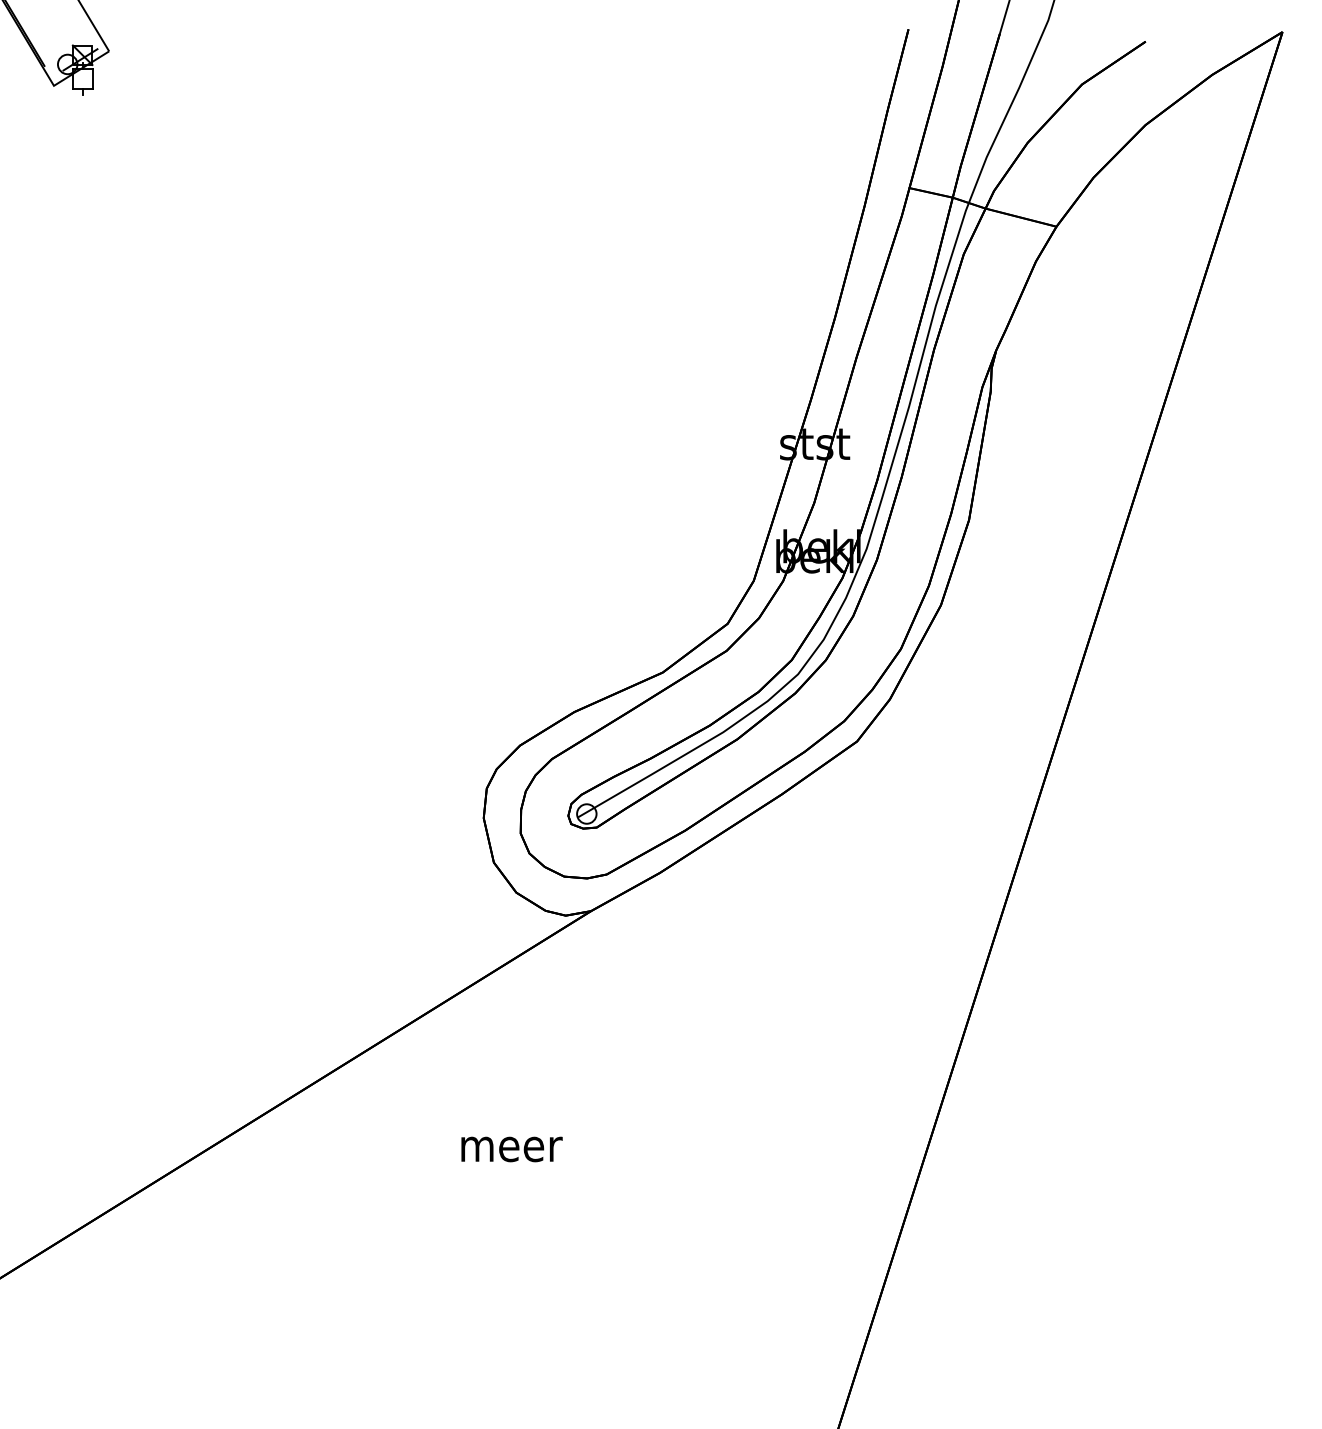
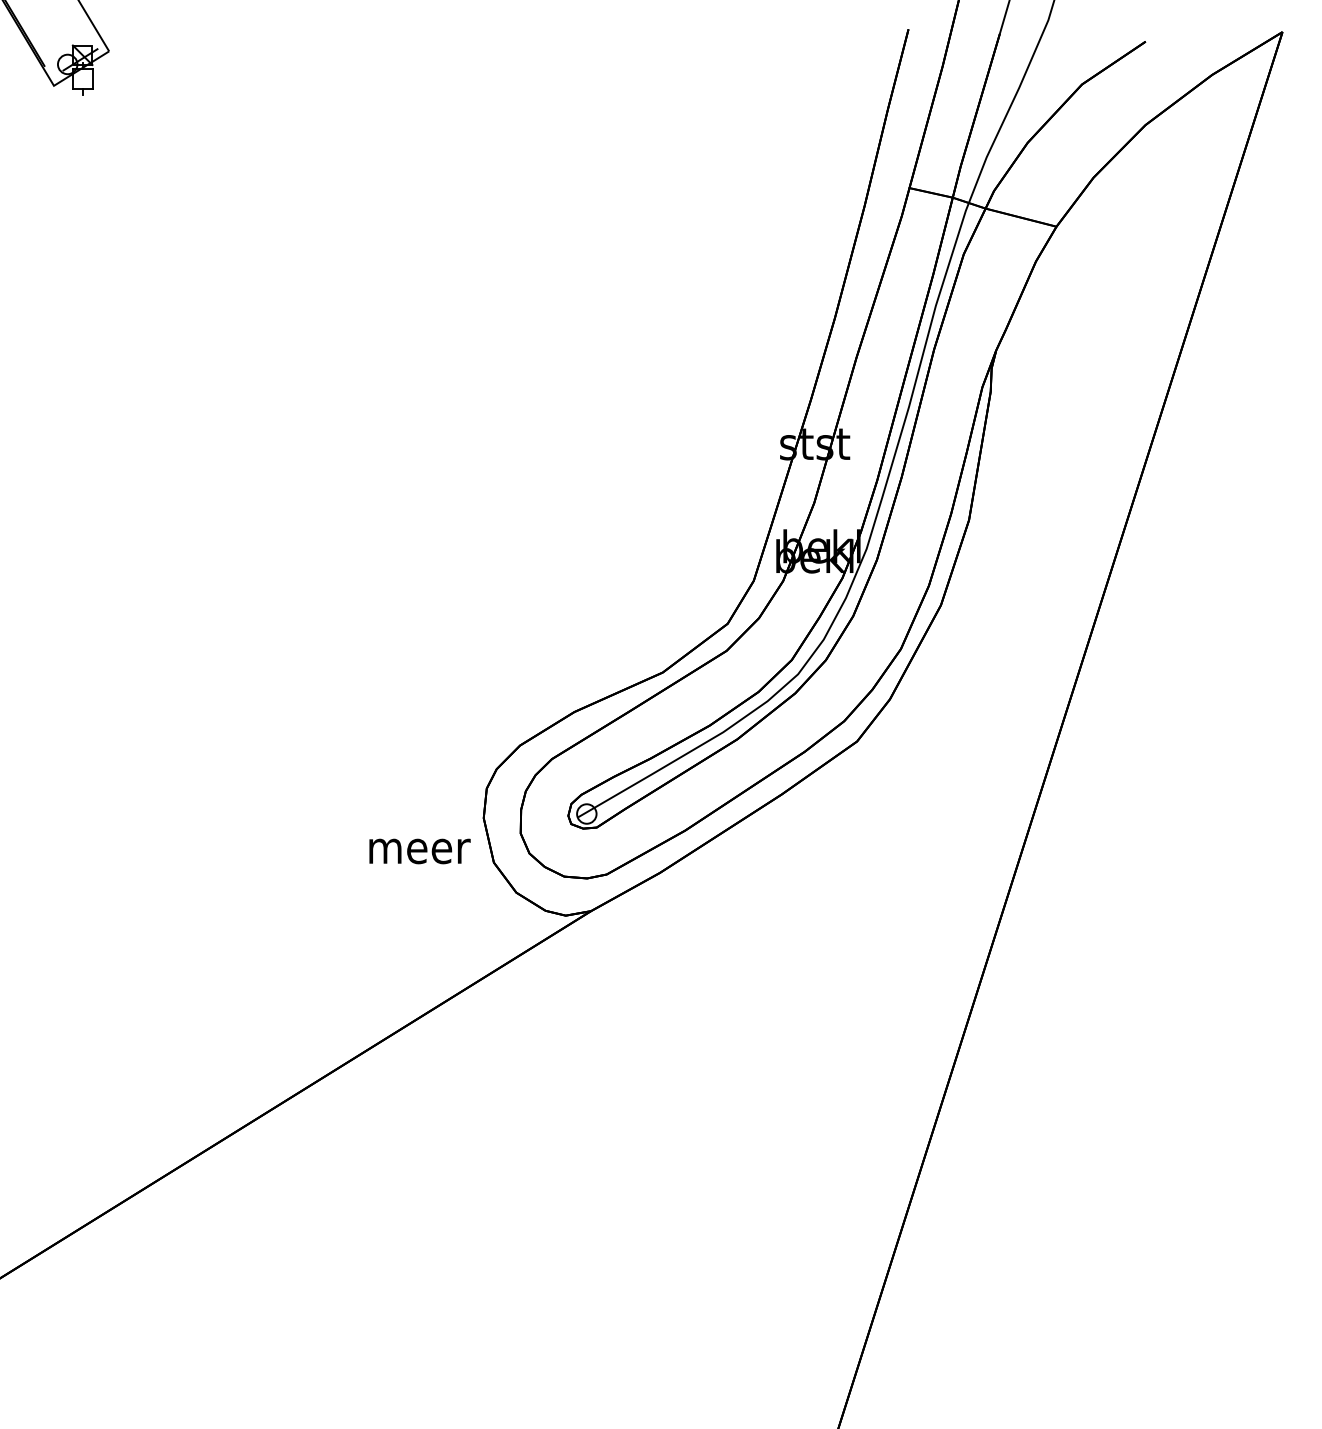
text at (511, 1149) position: (511, 1149) -> (419, 851)
